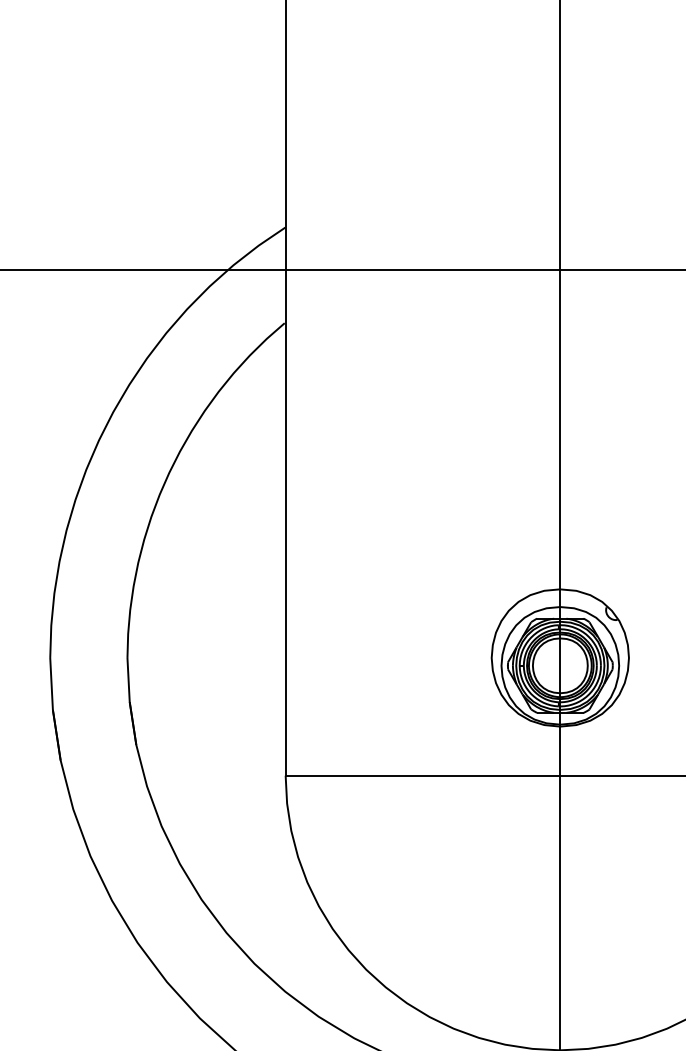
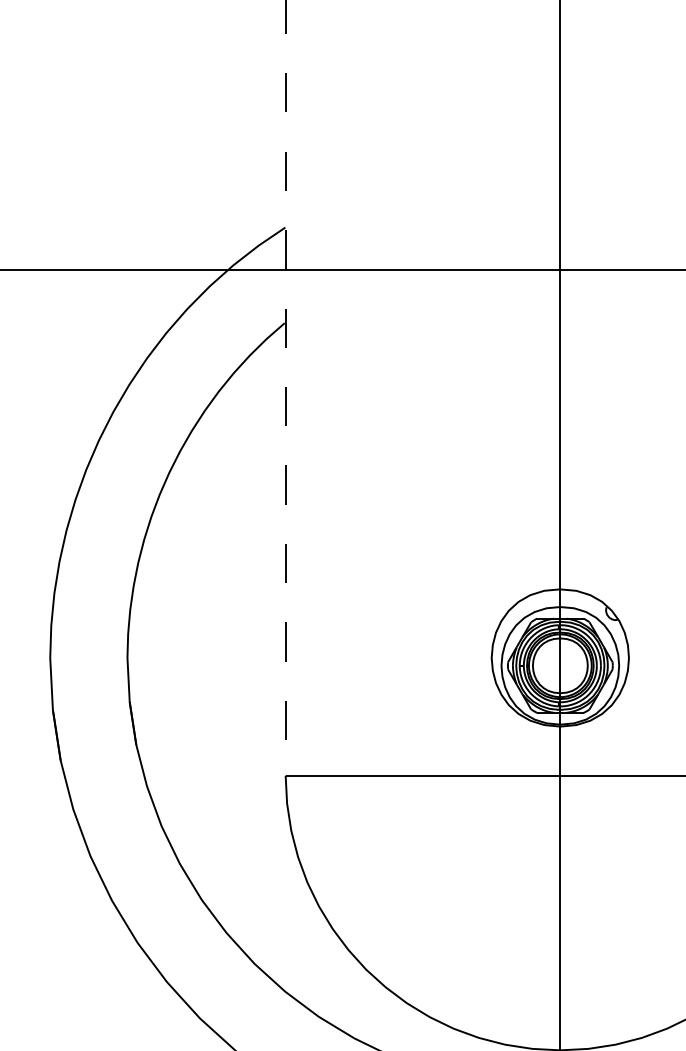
line at (285, 388): solid -> dashed
